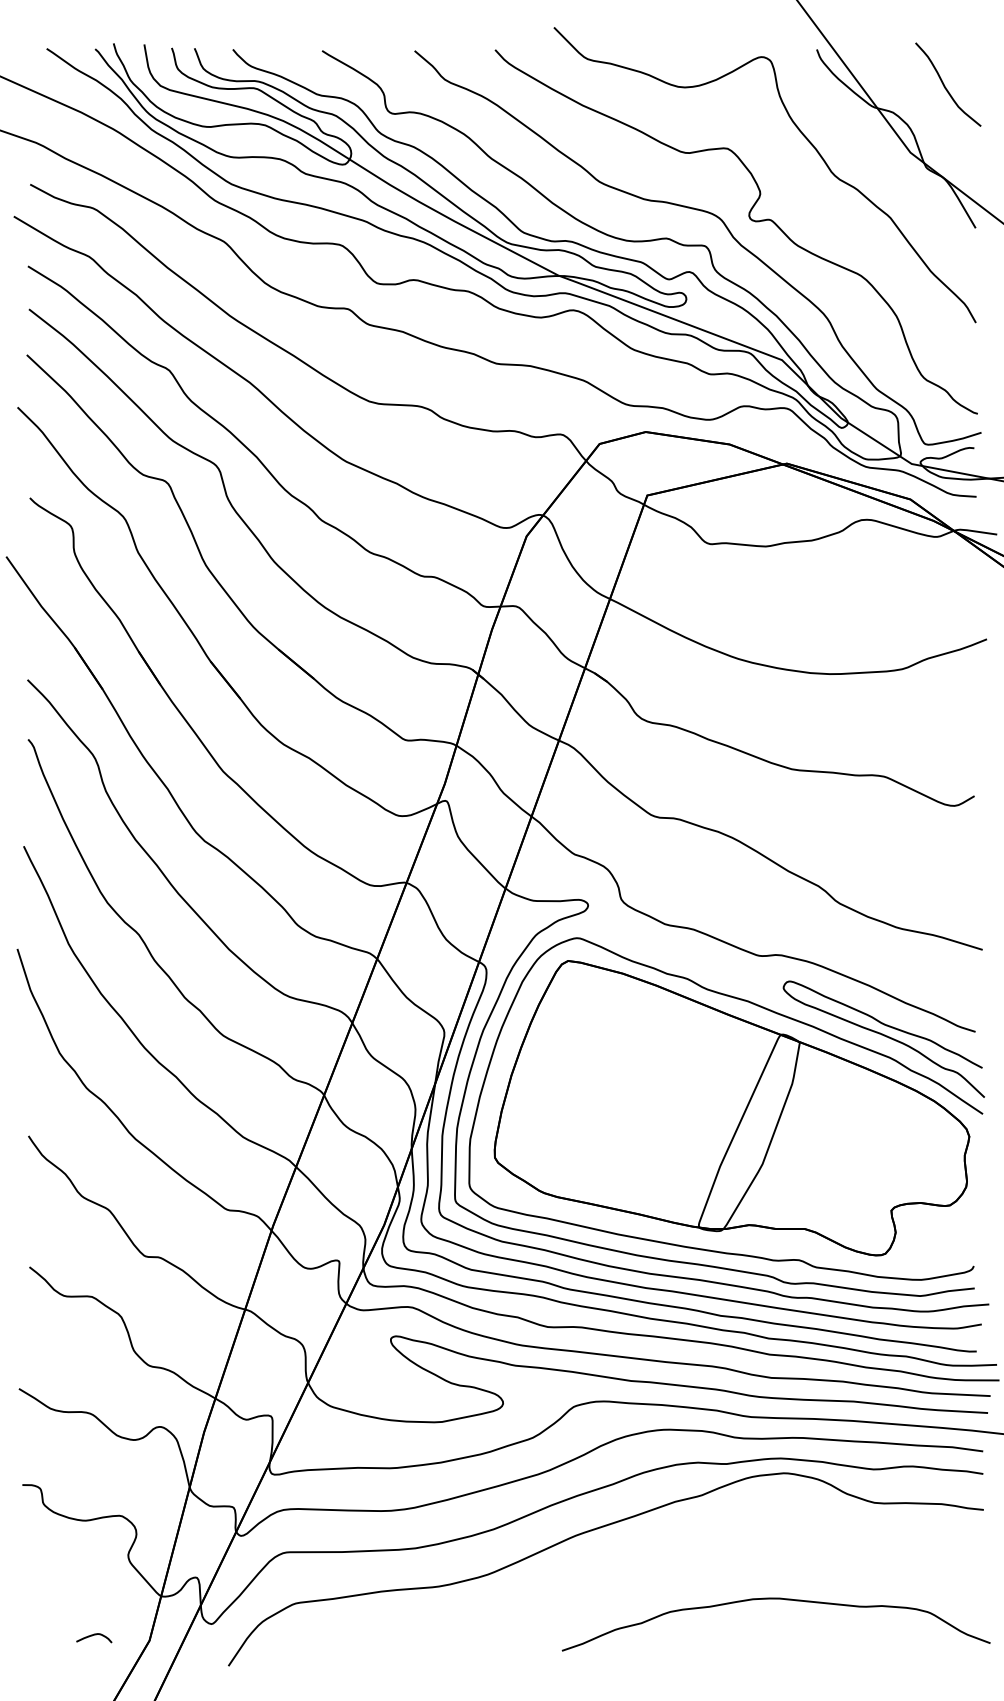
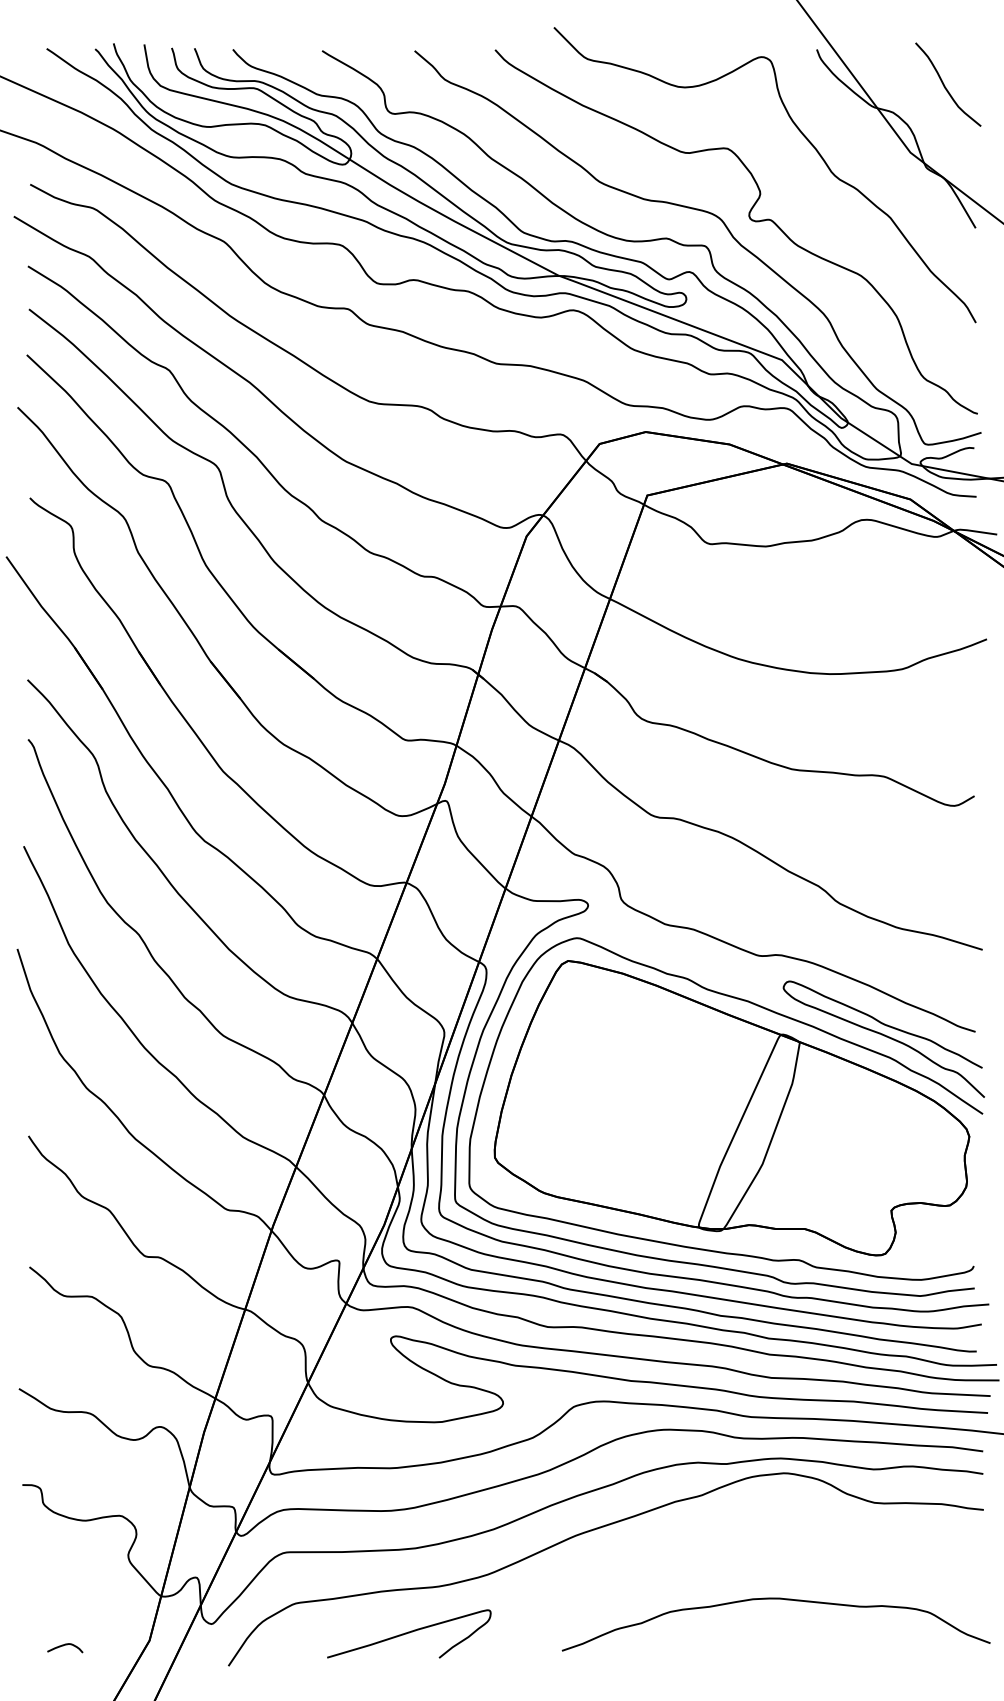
curve at (409, 1633): none -> present
curve at (92, 1636) position: (92, 1636) -> (63, 1646)
